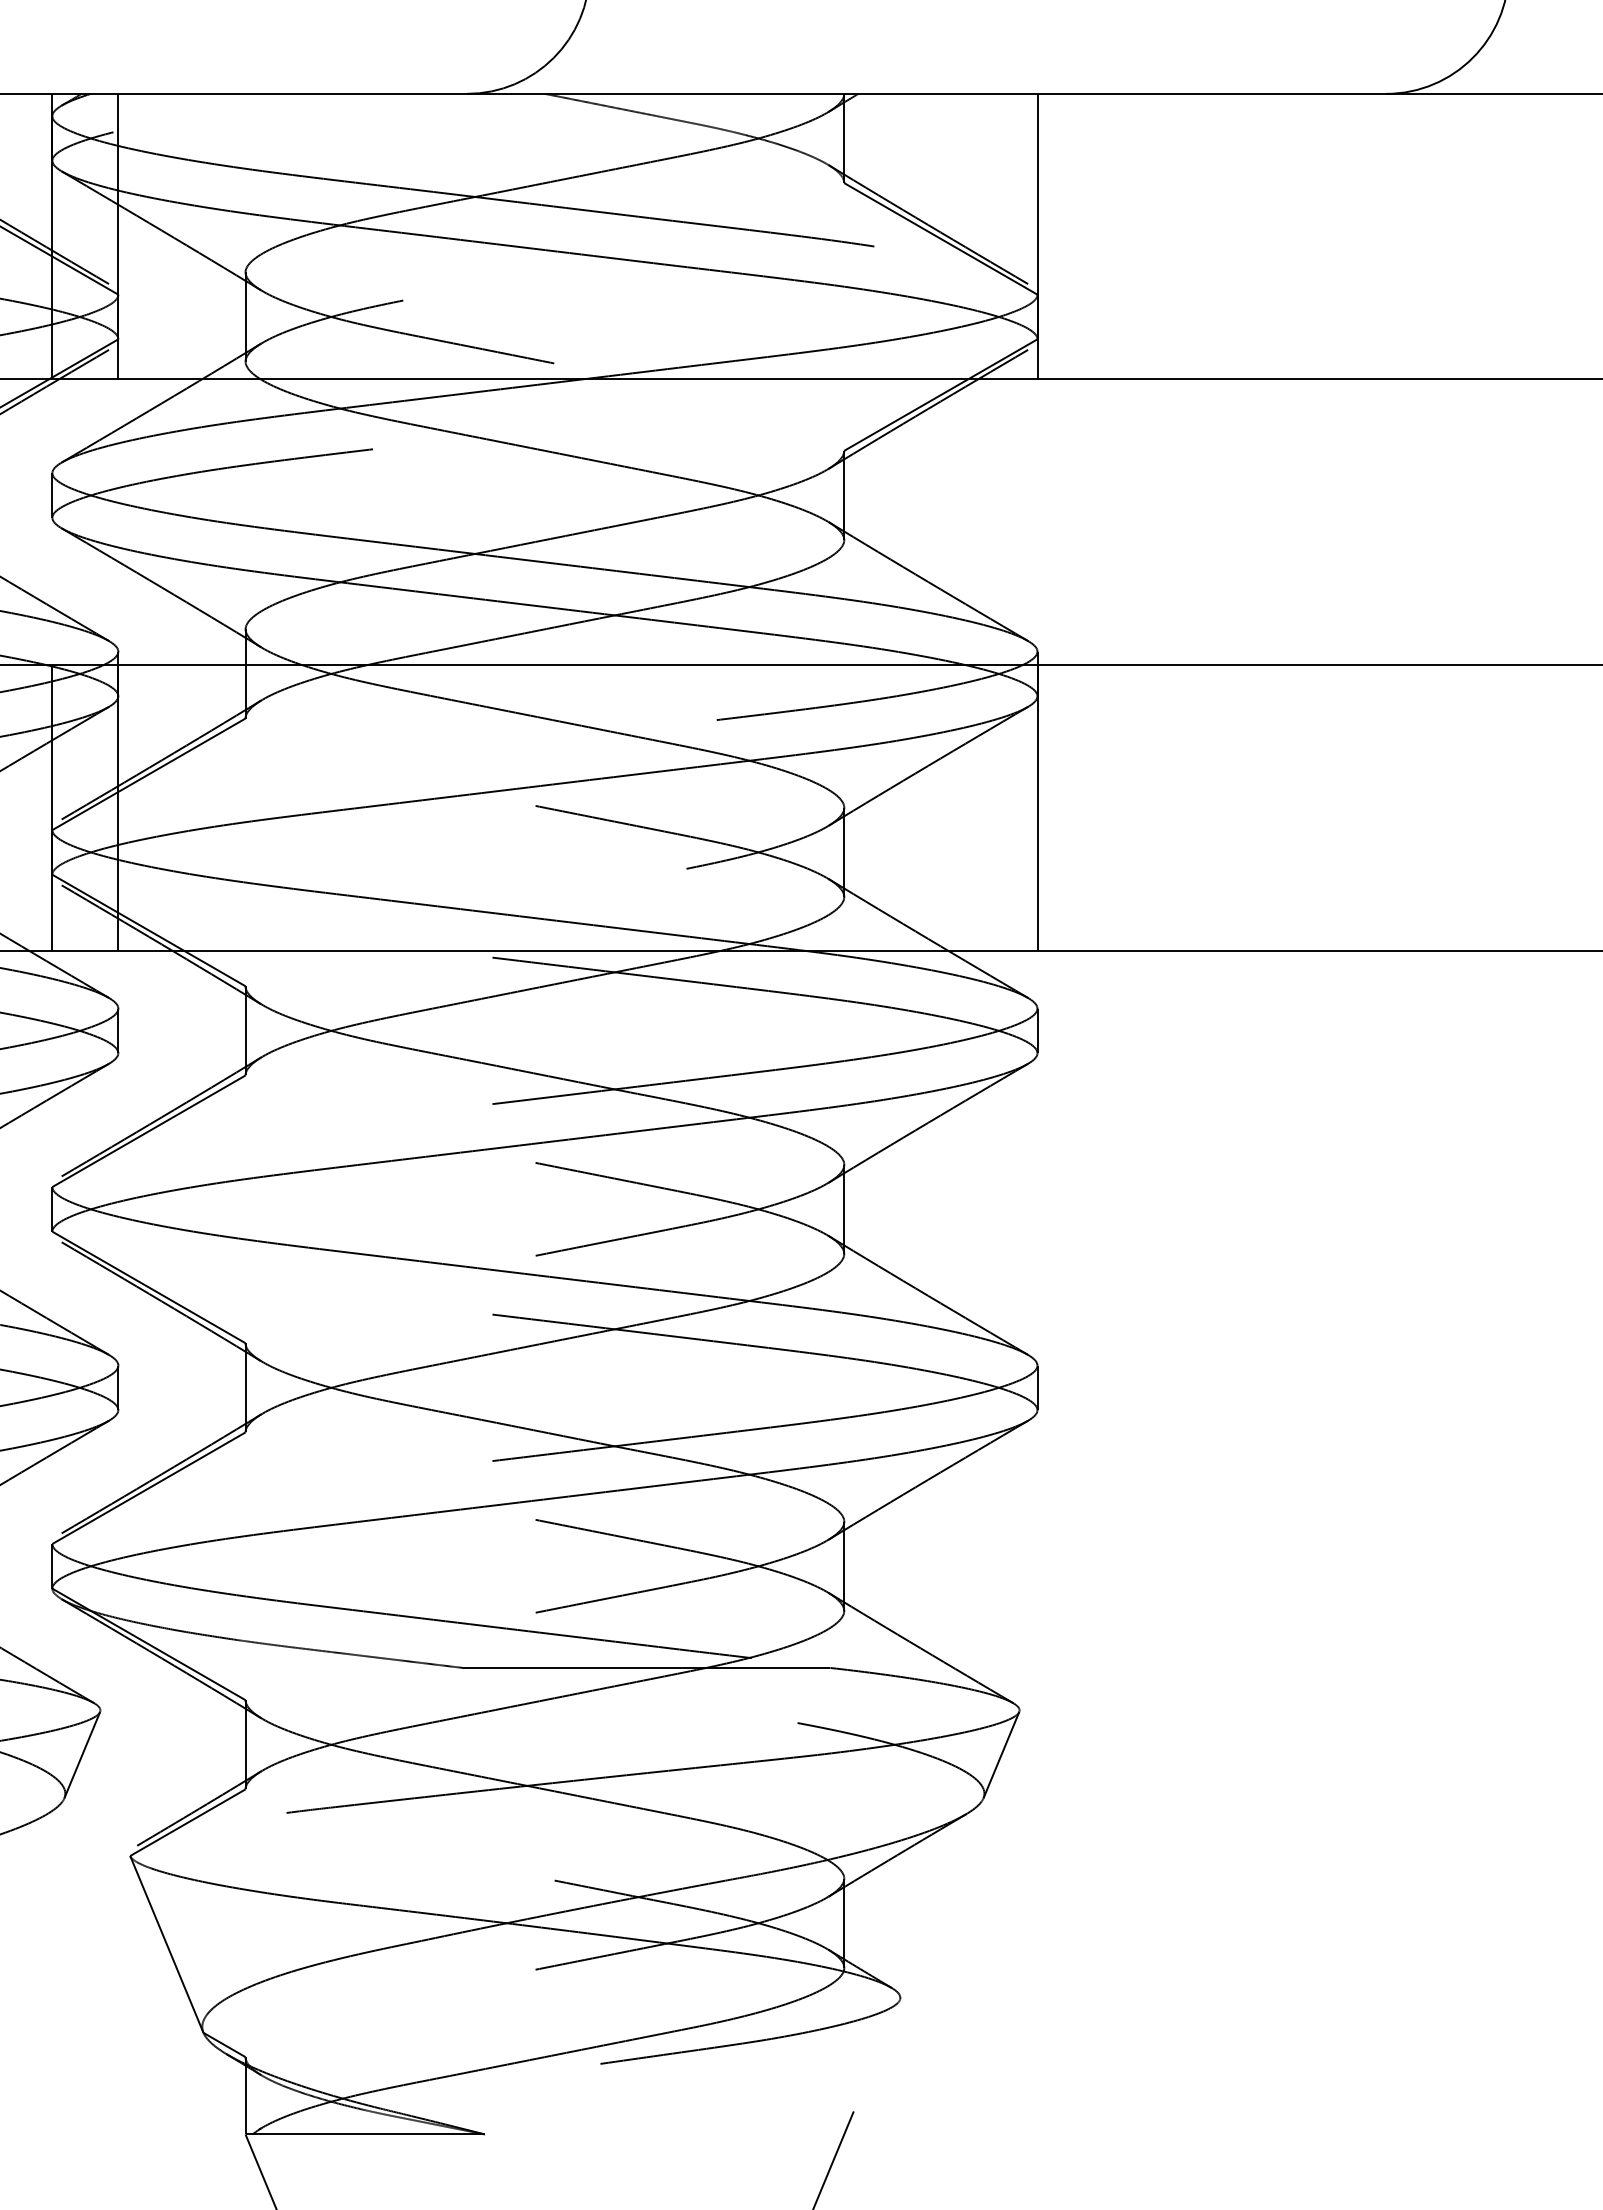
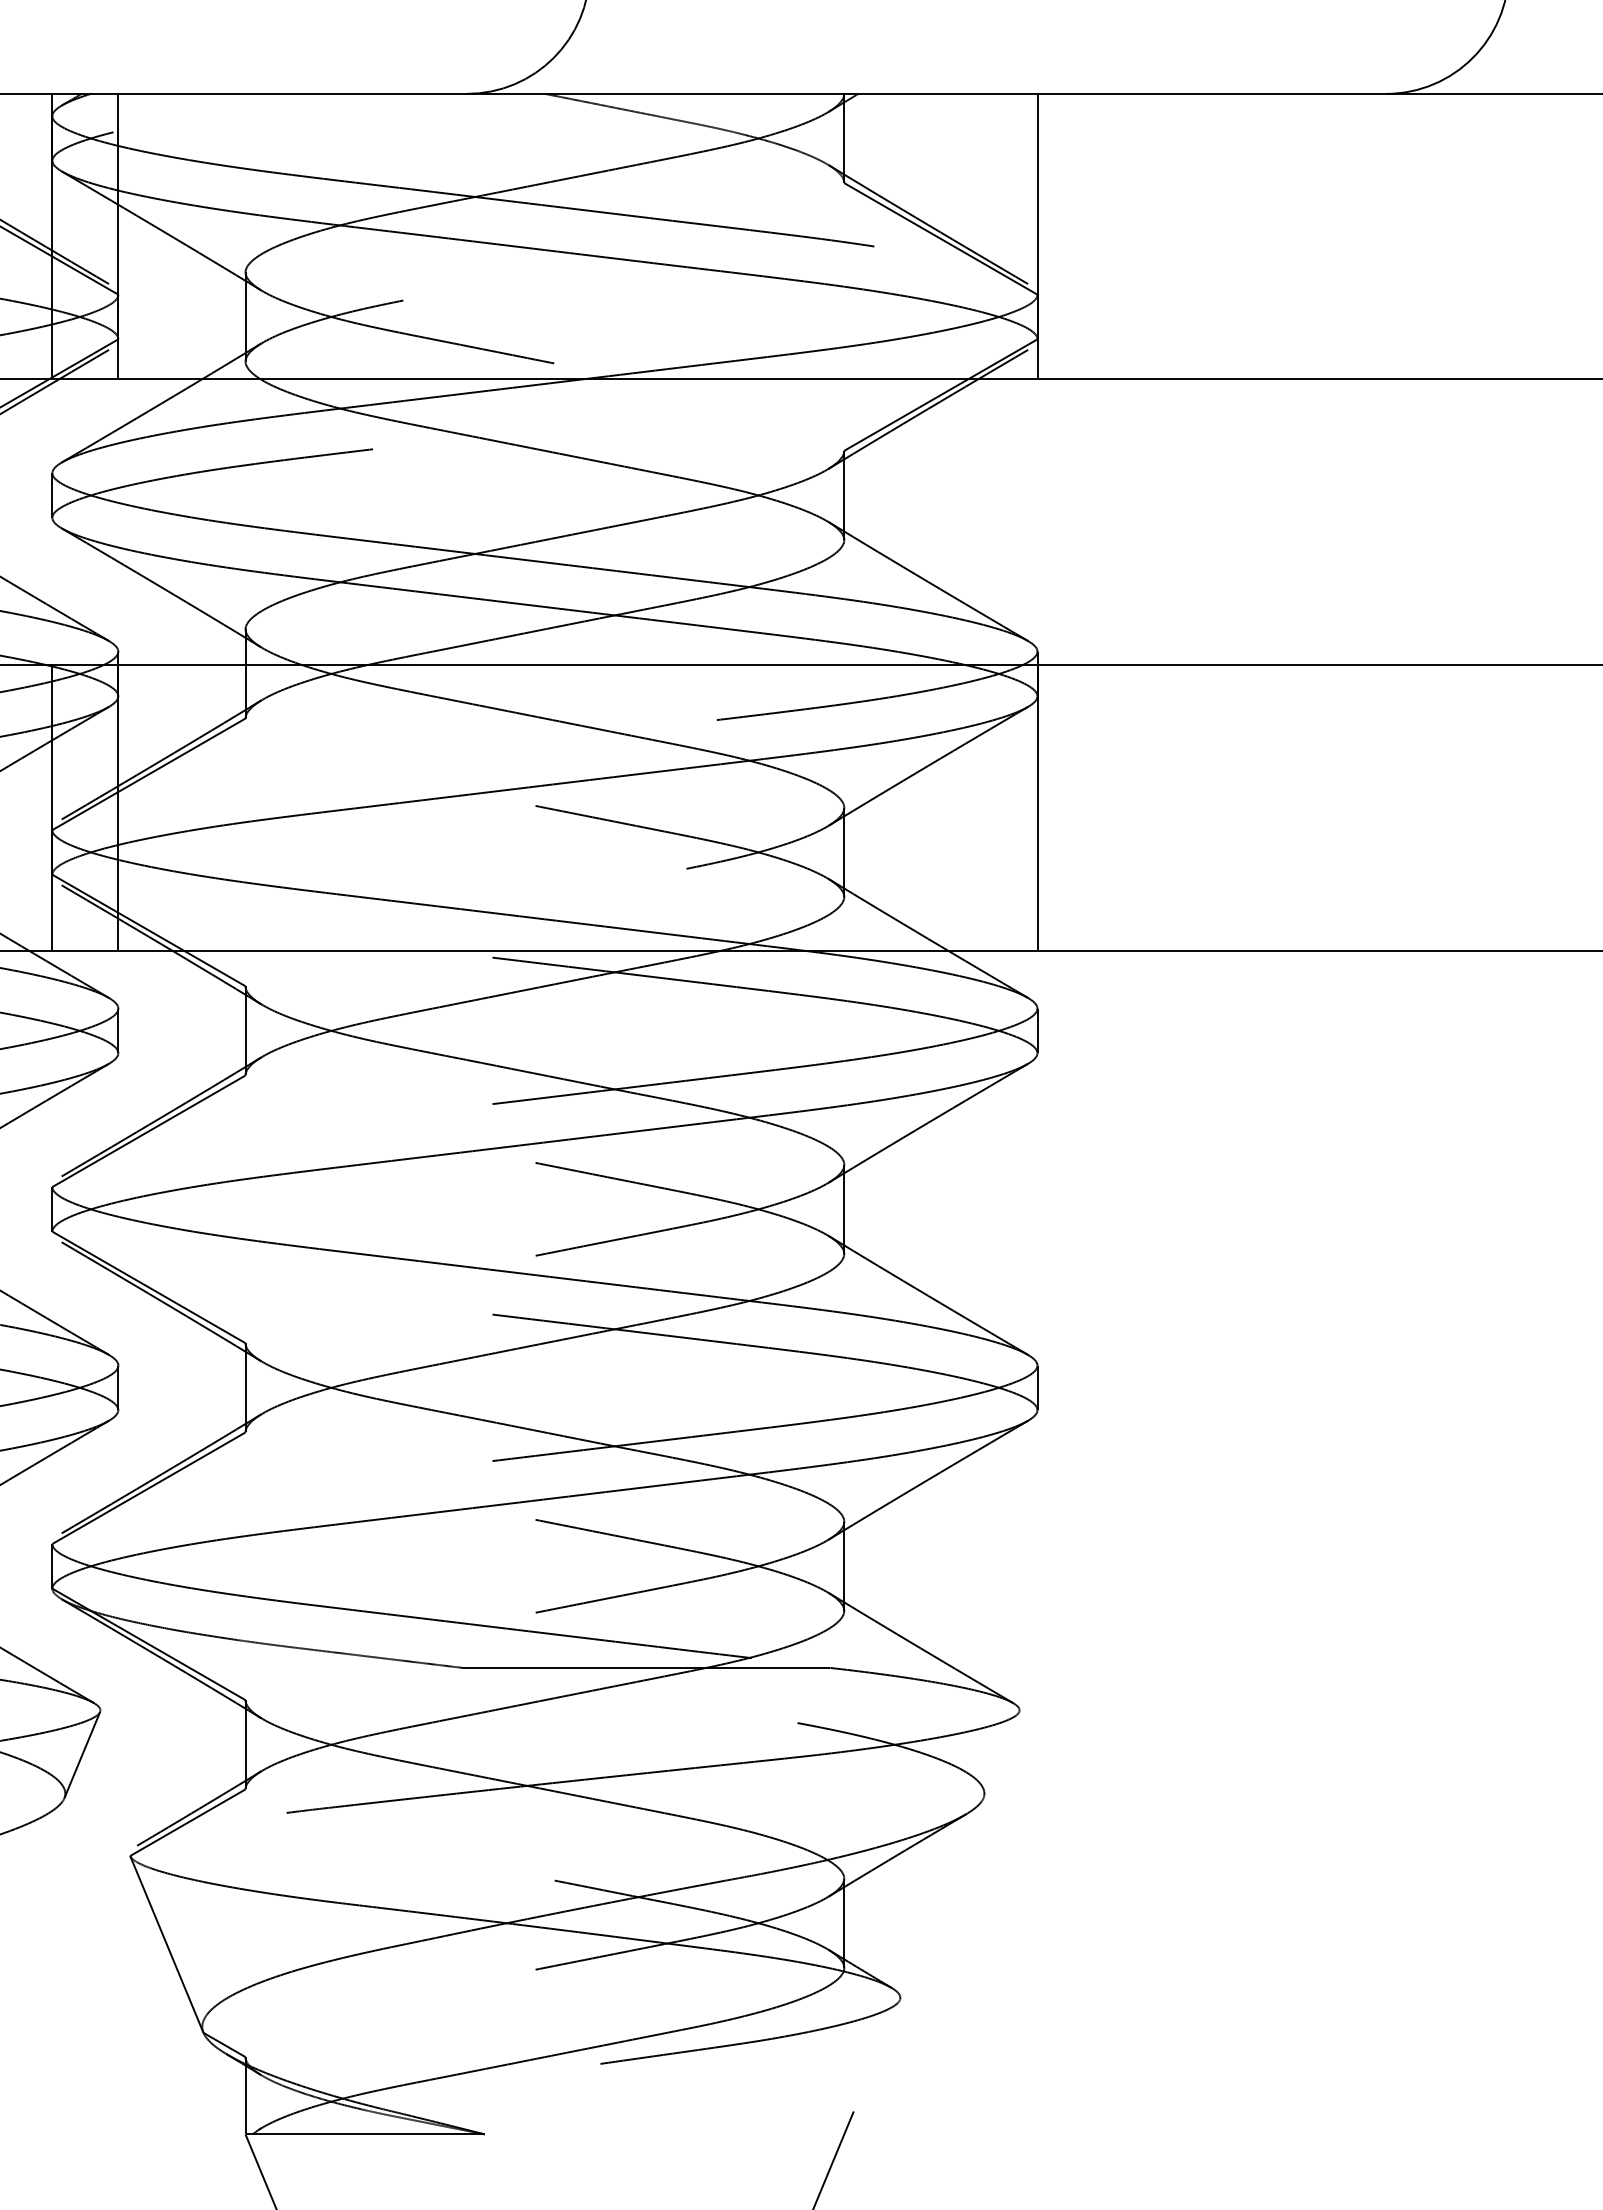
line at (1001, 1754): present -> none
